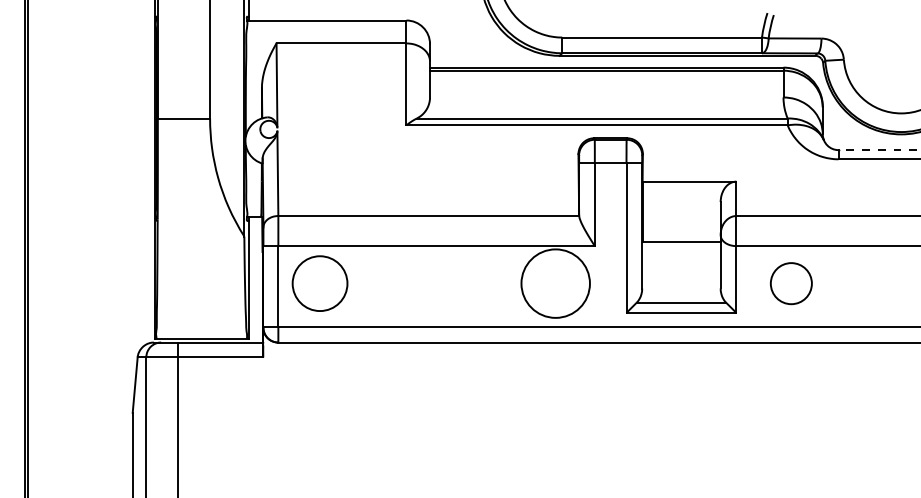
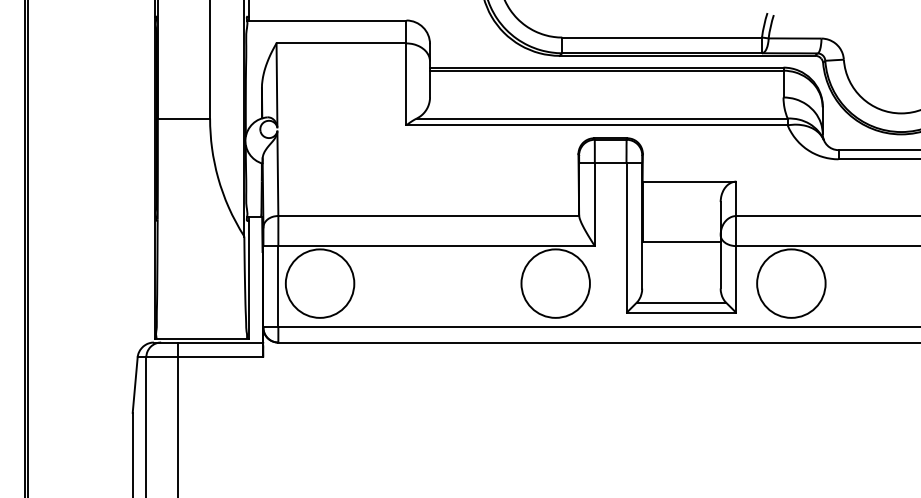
line at (879, 150): dashed -> solid
circle at (319, 283) diameter: 55 px -> 68 px
circle at (790, 283) diameter: 41 px -> 68 px
